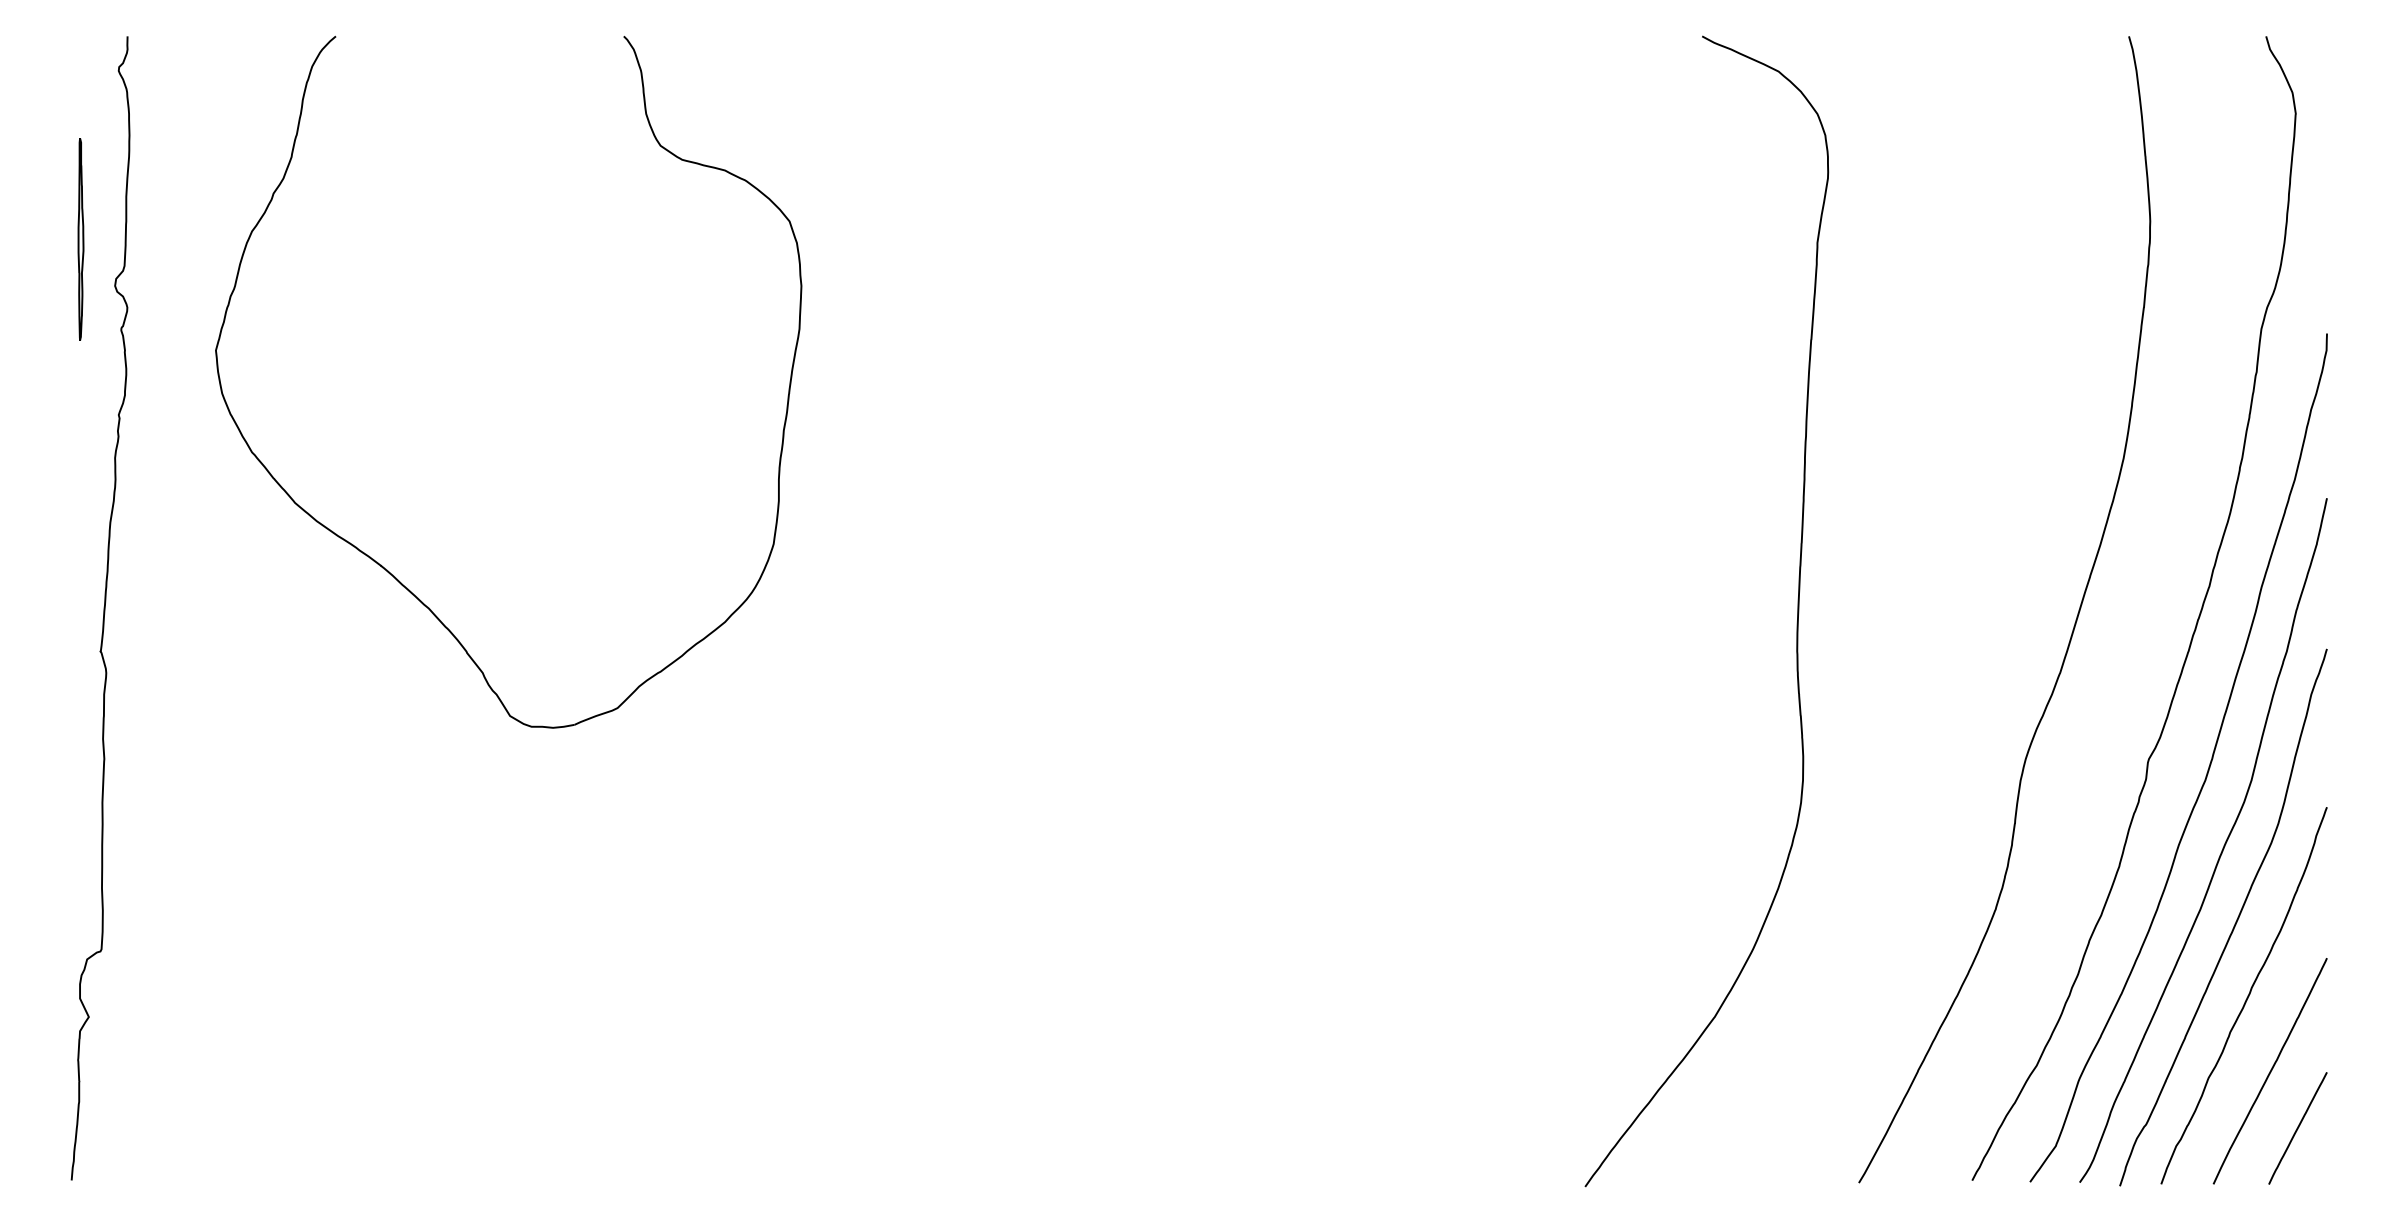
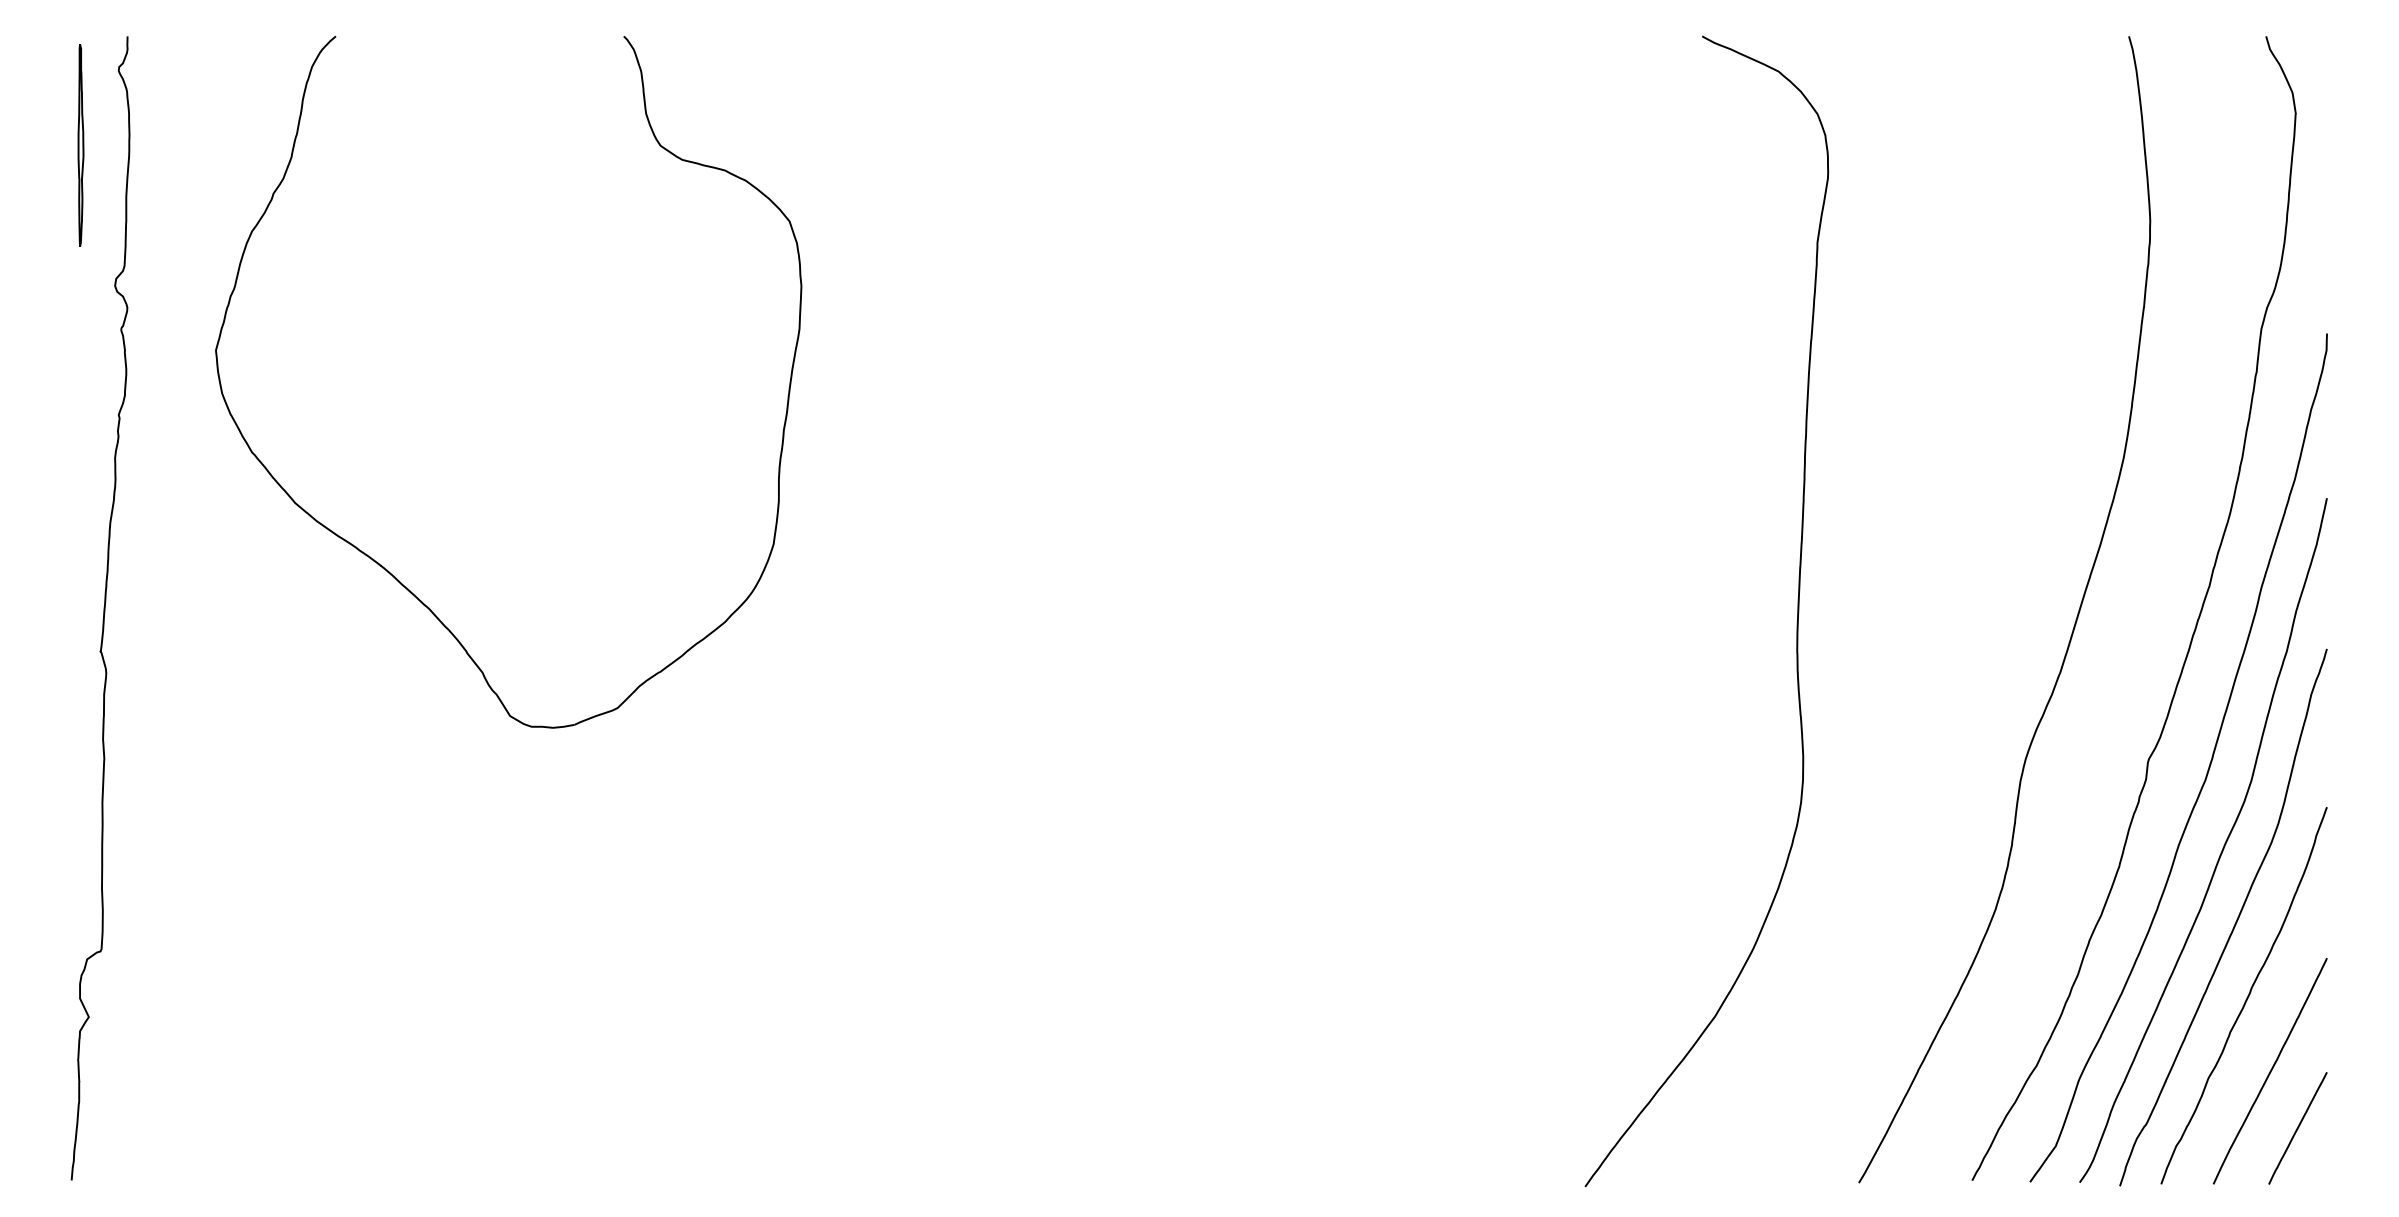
part at (80, 239) position: (80, 239) -> (80, 145)
